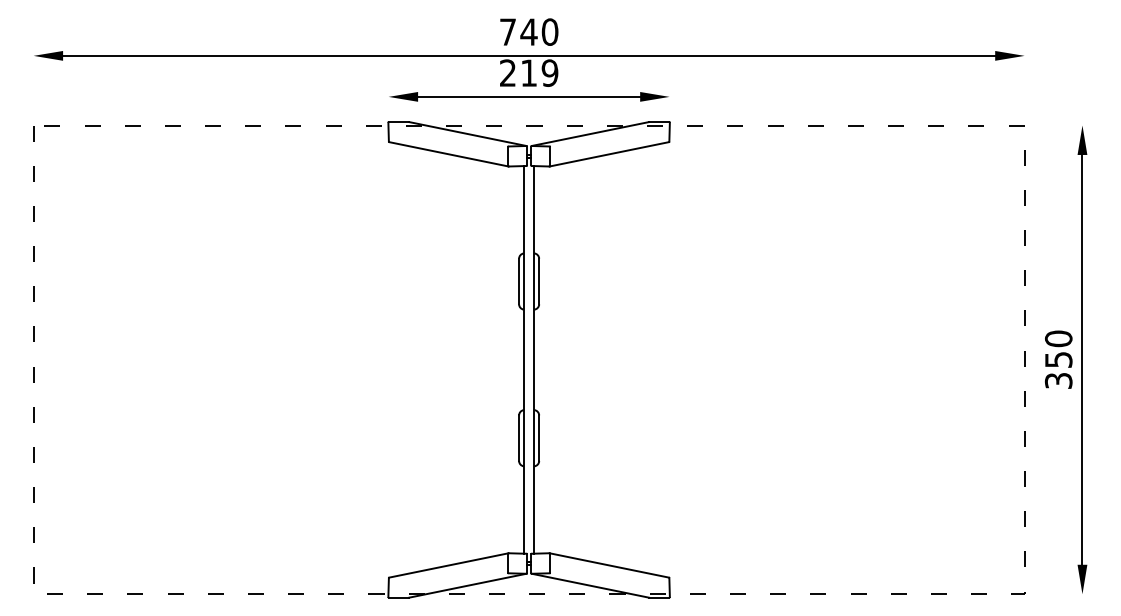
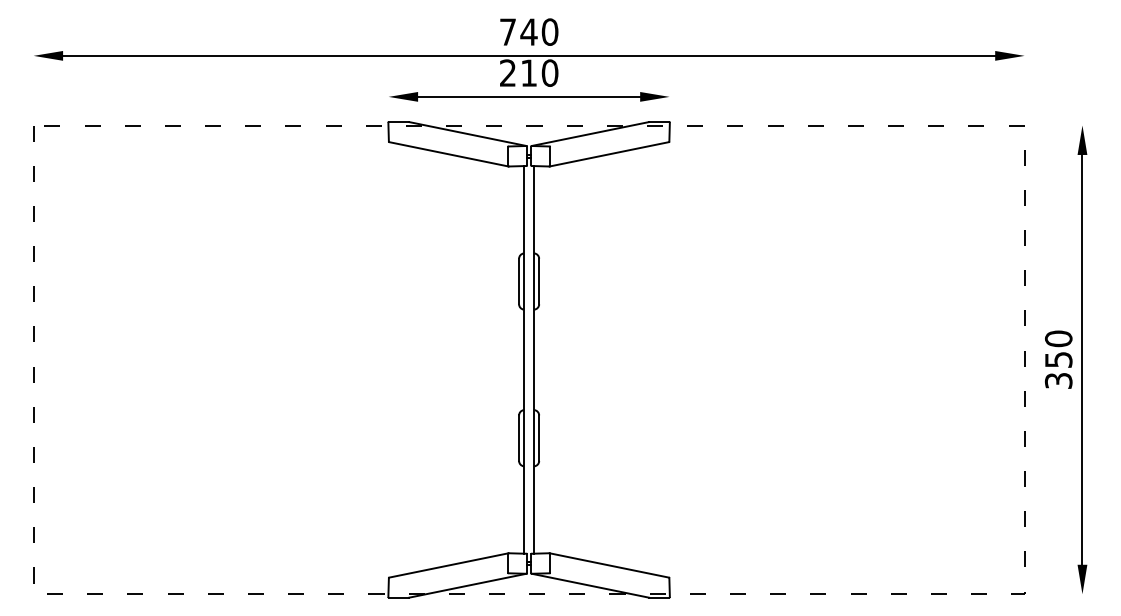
text at (549, 72): 219 -> 210
